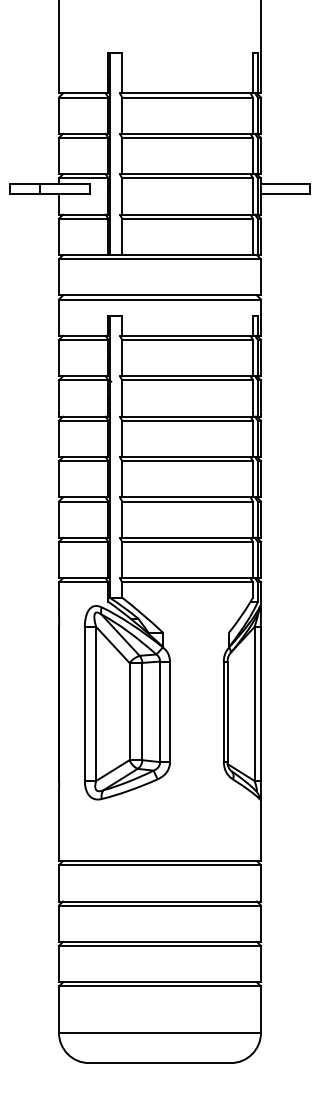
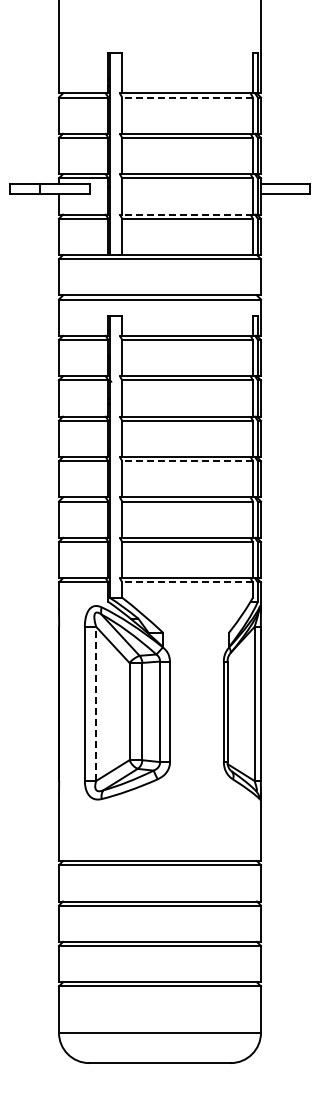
line at (187, 97): solid -> dashed
line at (187, 214): solid -> dashed
line at (187, 461): solid -> dashed
line at (187, 582): solid -> dashed
line at (96, 703): solid -> dashed
